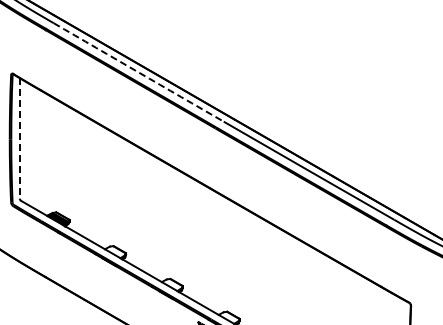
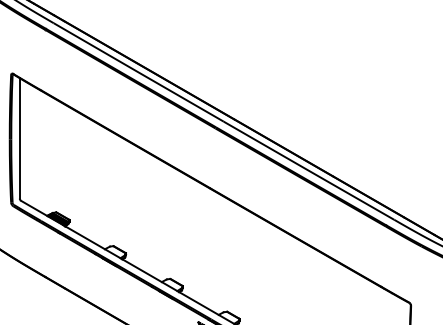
arc at (138, 72): dashed -> solid
line at (19, 138): dashed -> solid
